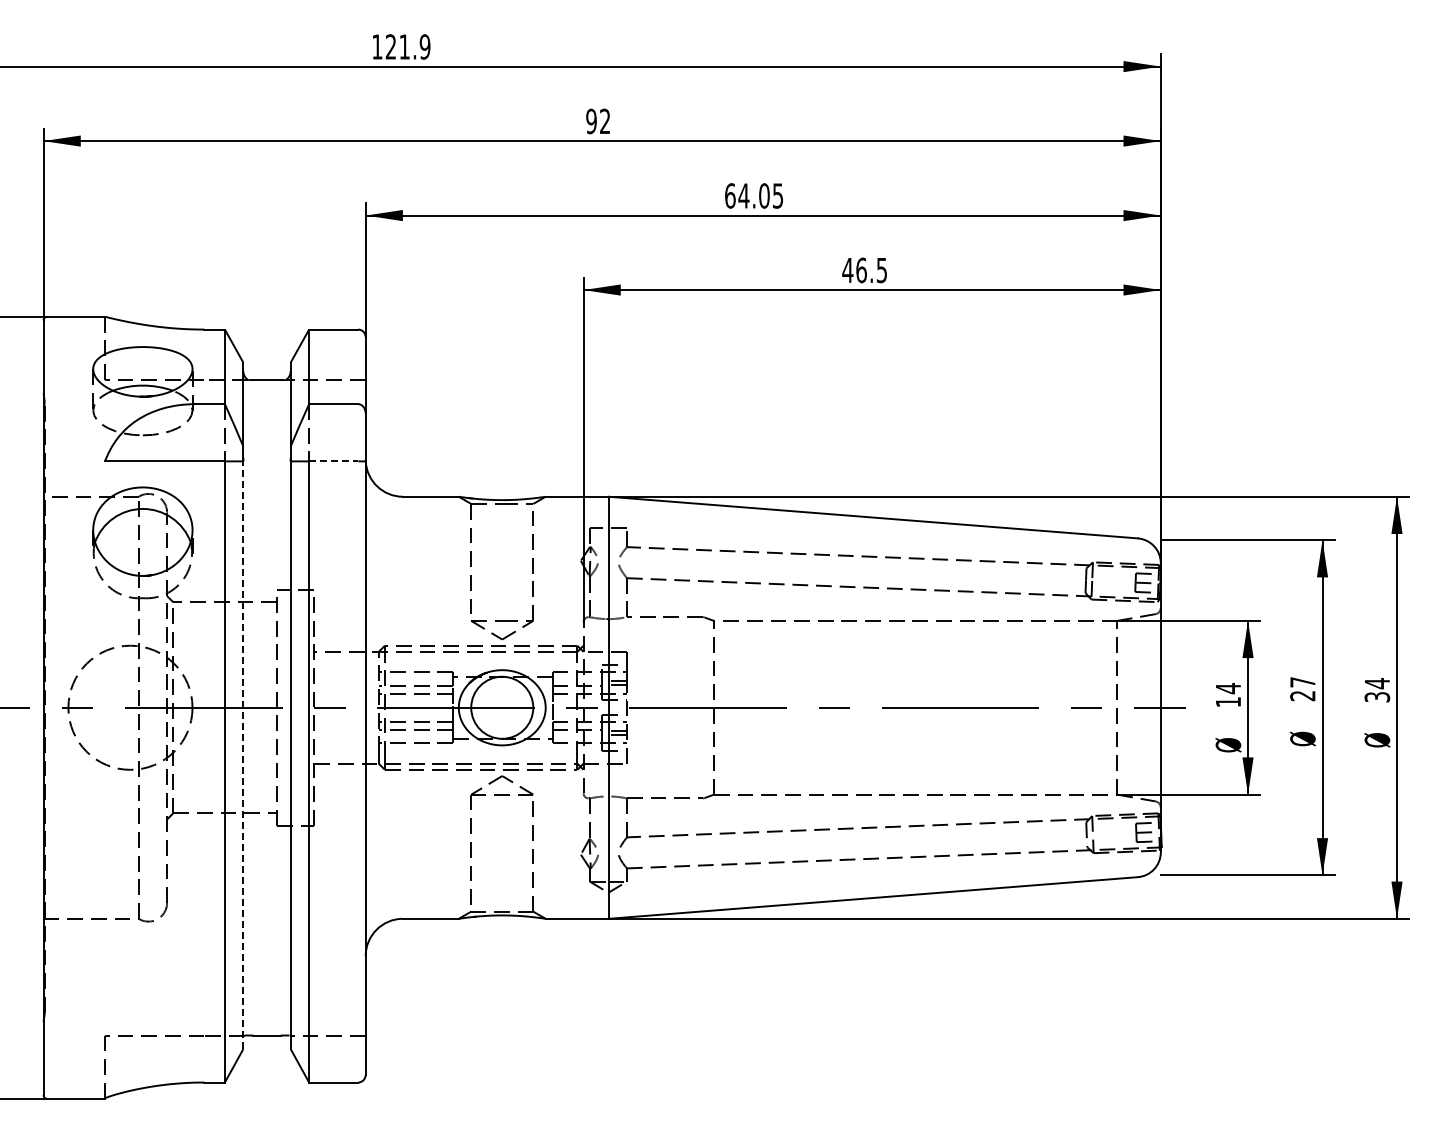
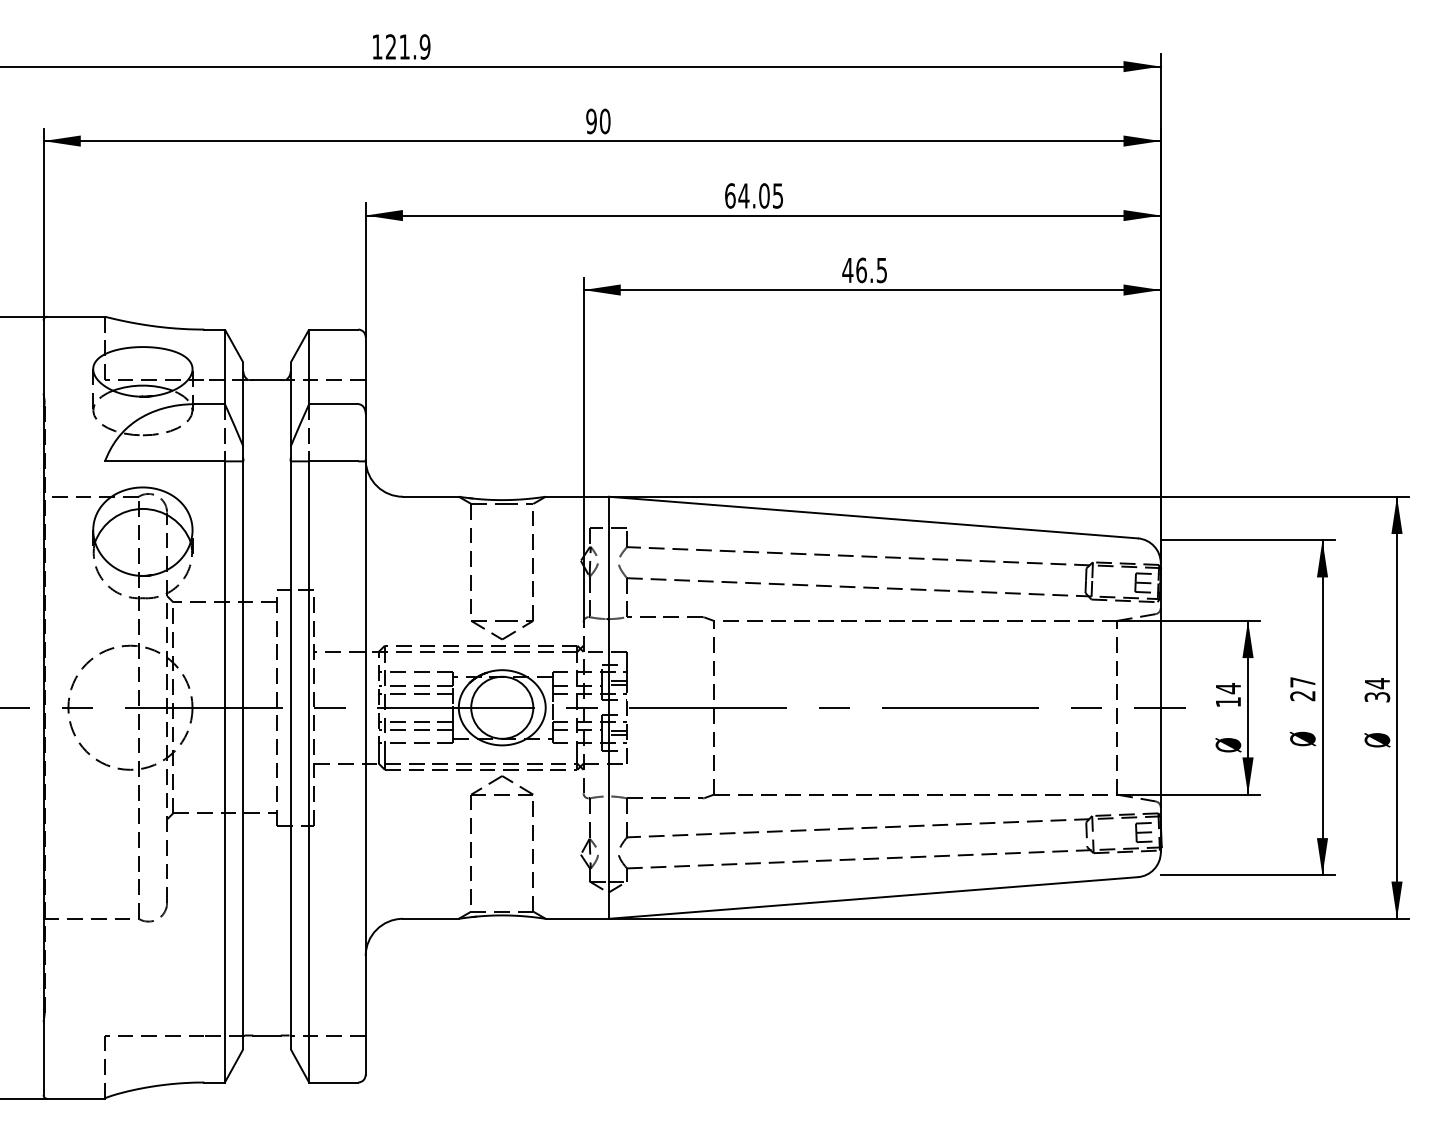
text at (604, 121): 92 -> 90
line at (333, 461): dashed -> solid
line at (243, 755): dashed -> solid
